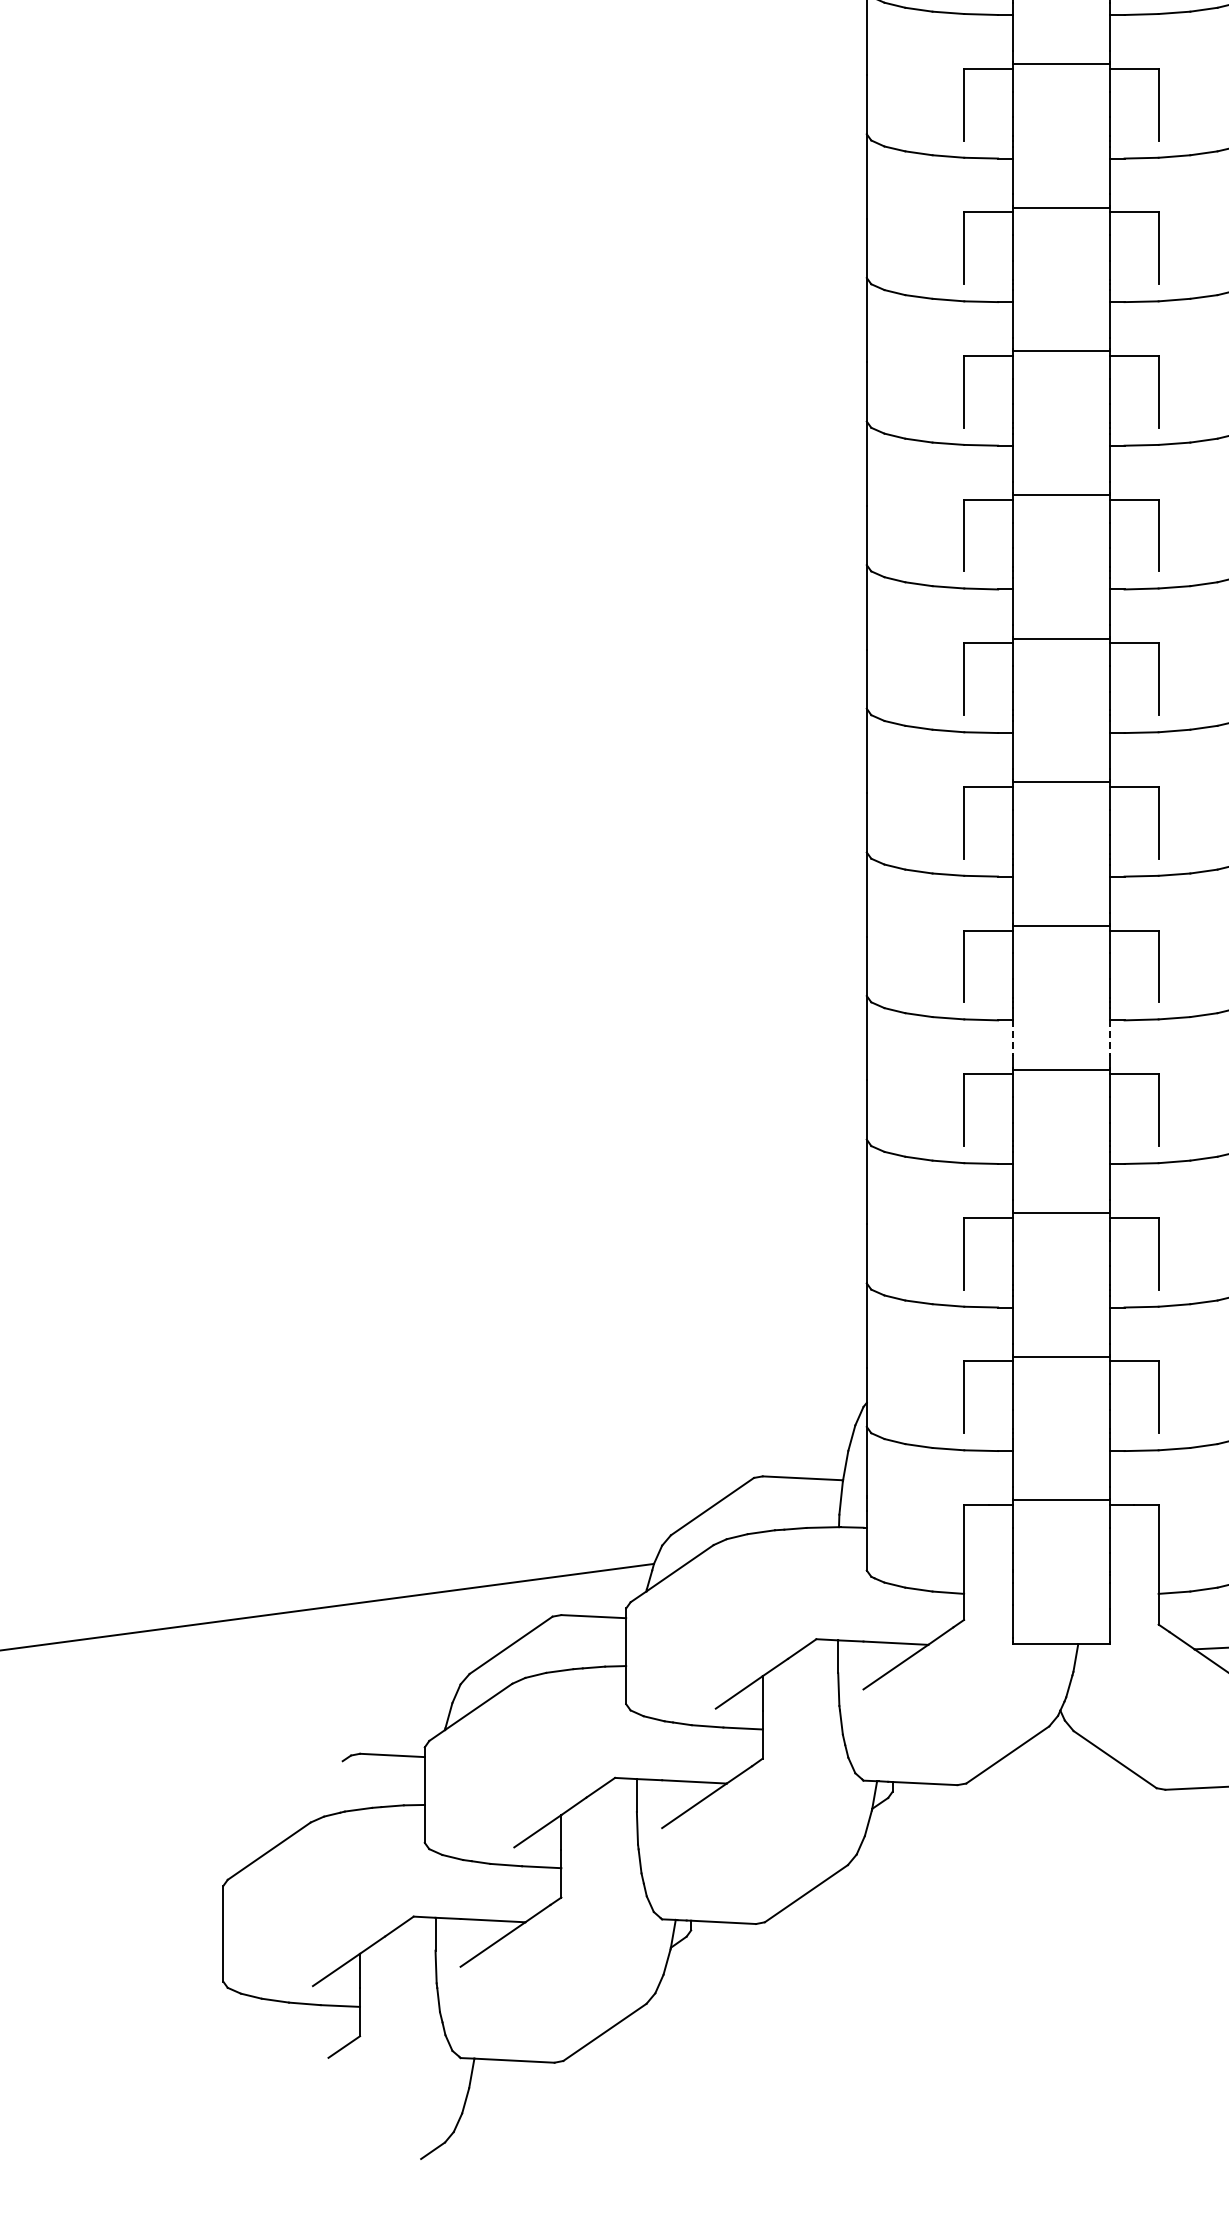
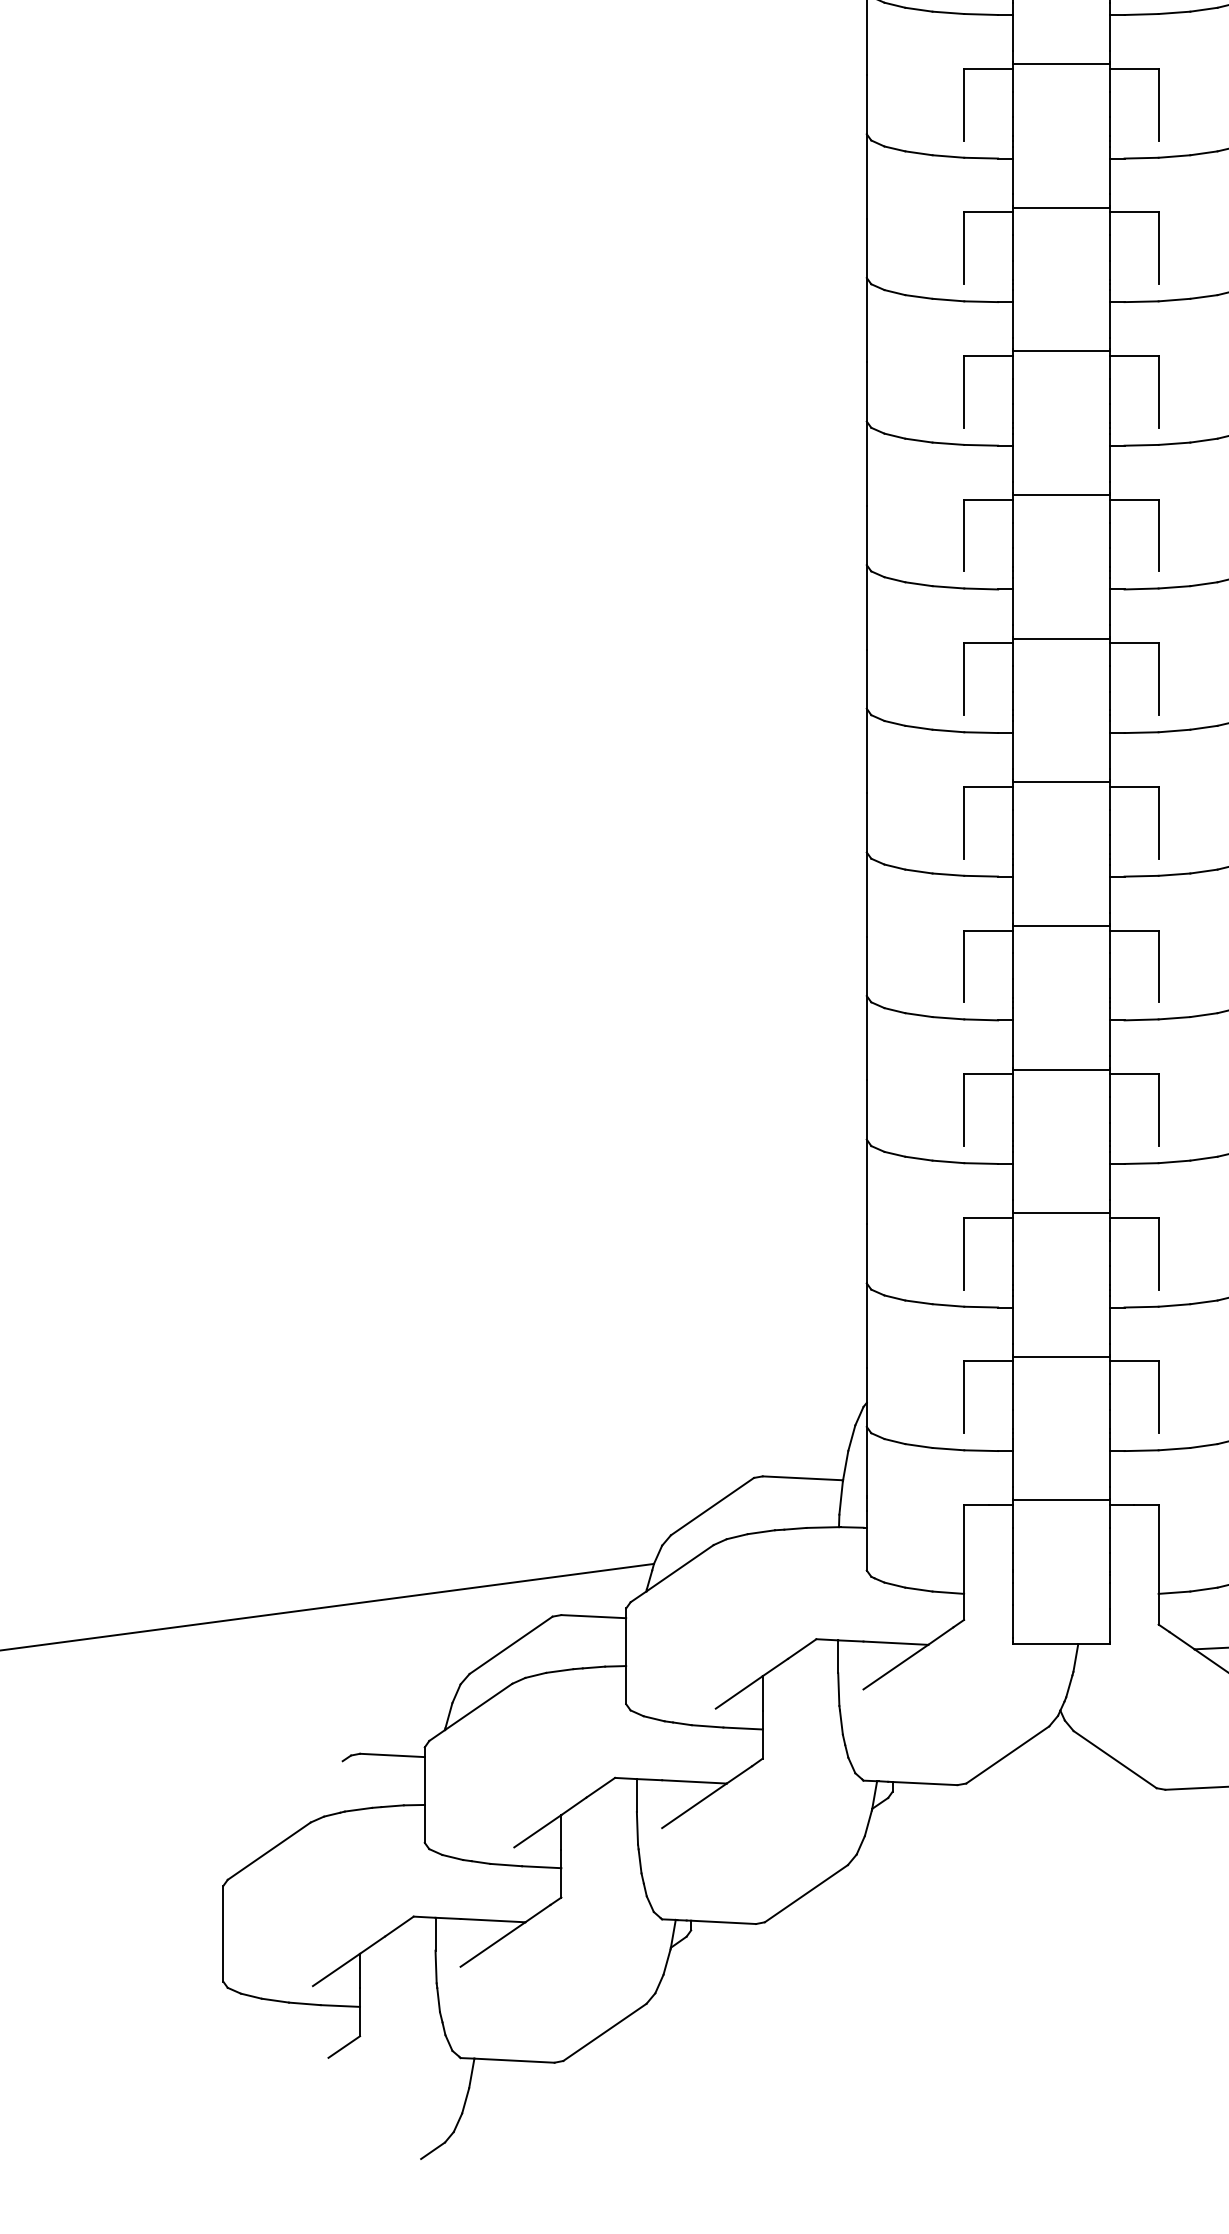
line at (1012, 1038): dashed -> solid
line at (1109, 1038): dashed -> solid
